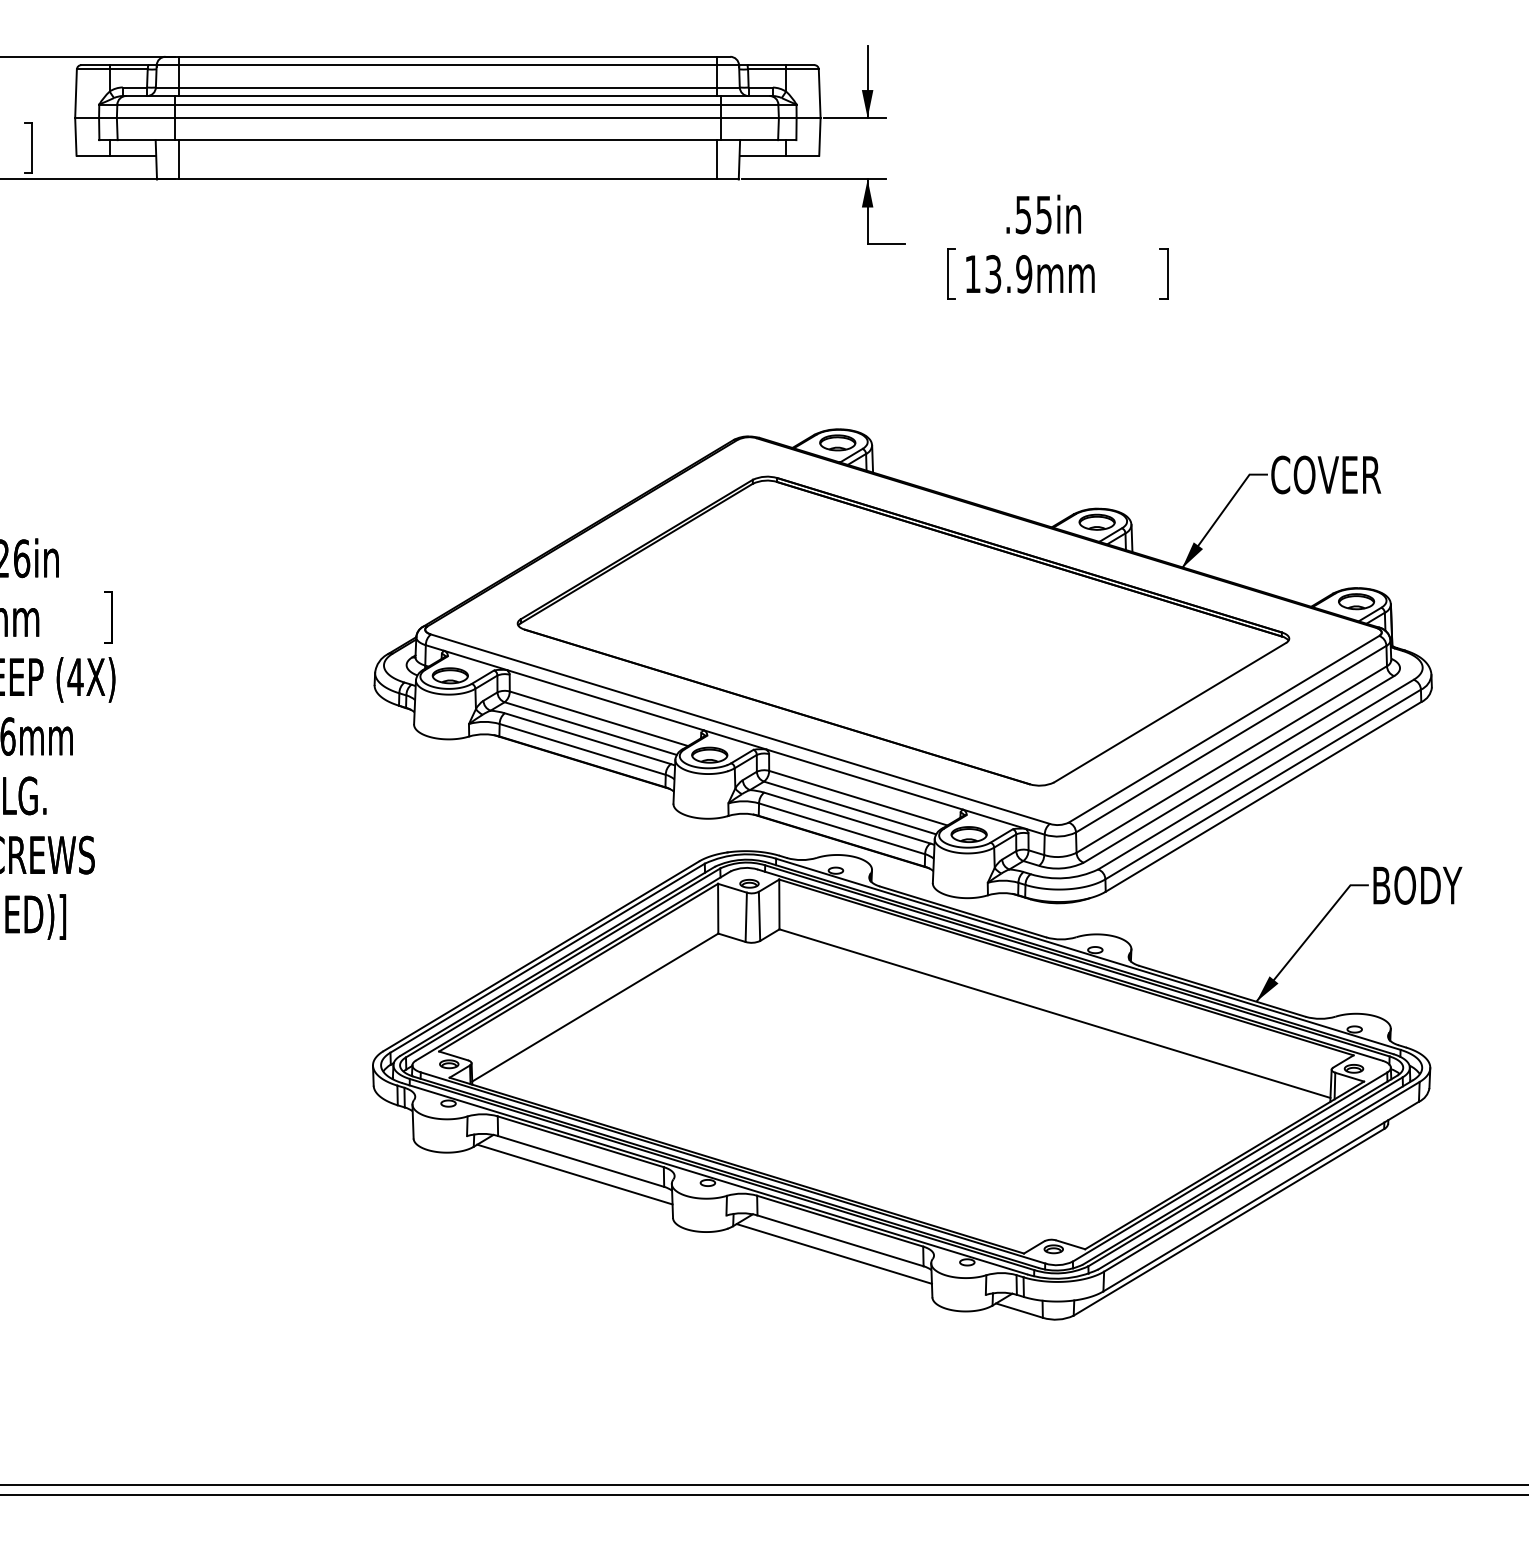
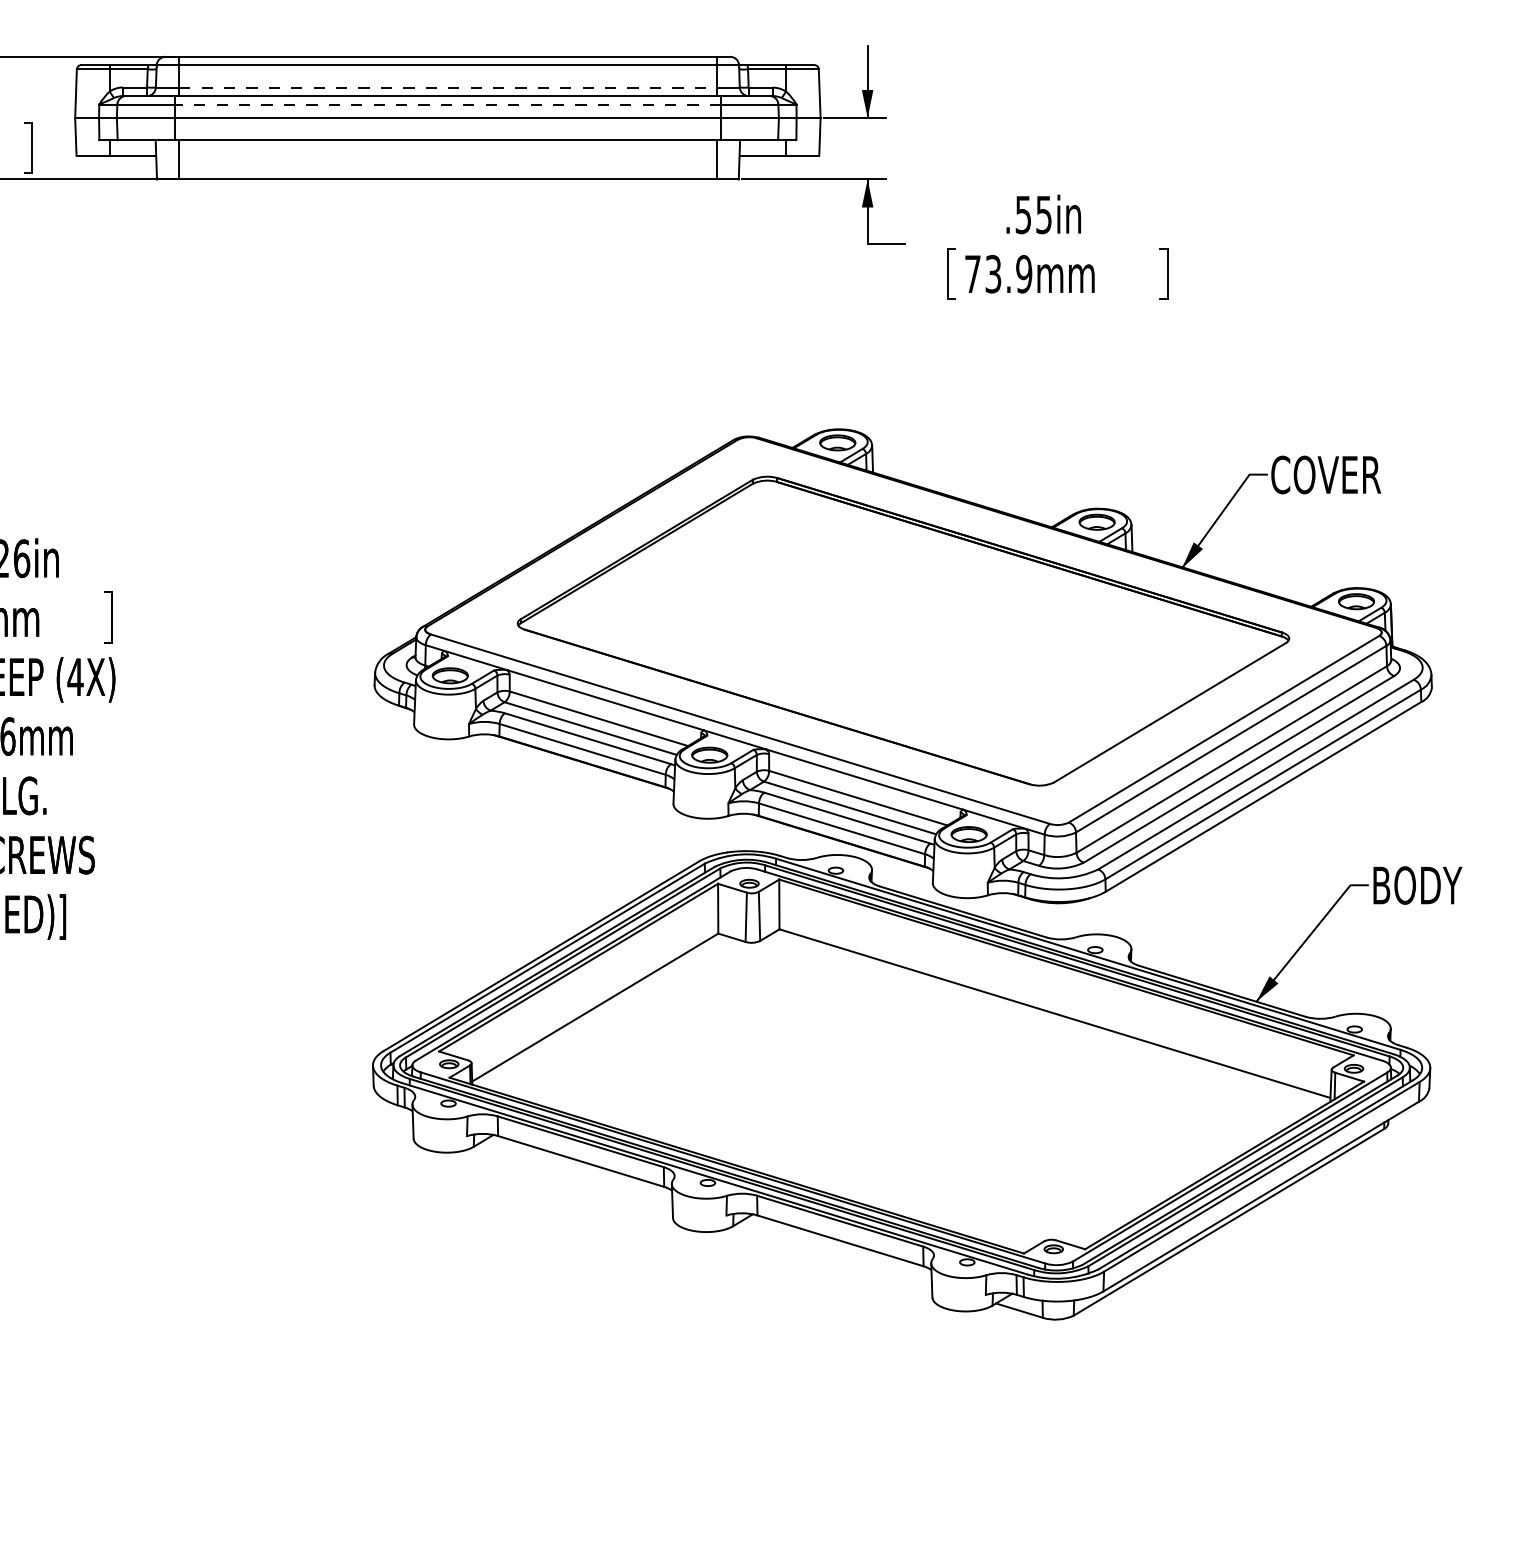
line at (447, 87): solid -> dashed
line at (447, 104): solid -> dashed
text at (972, 273): 13.9mm -> 73.9mm
line at (574, 1174): present -> none
line at (833, 1253): present -> none
line at (763, 1485): present -> none
line at (763, 1494): present -> none
